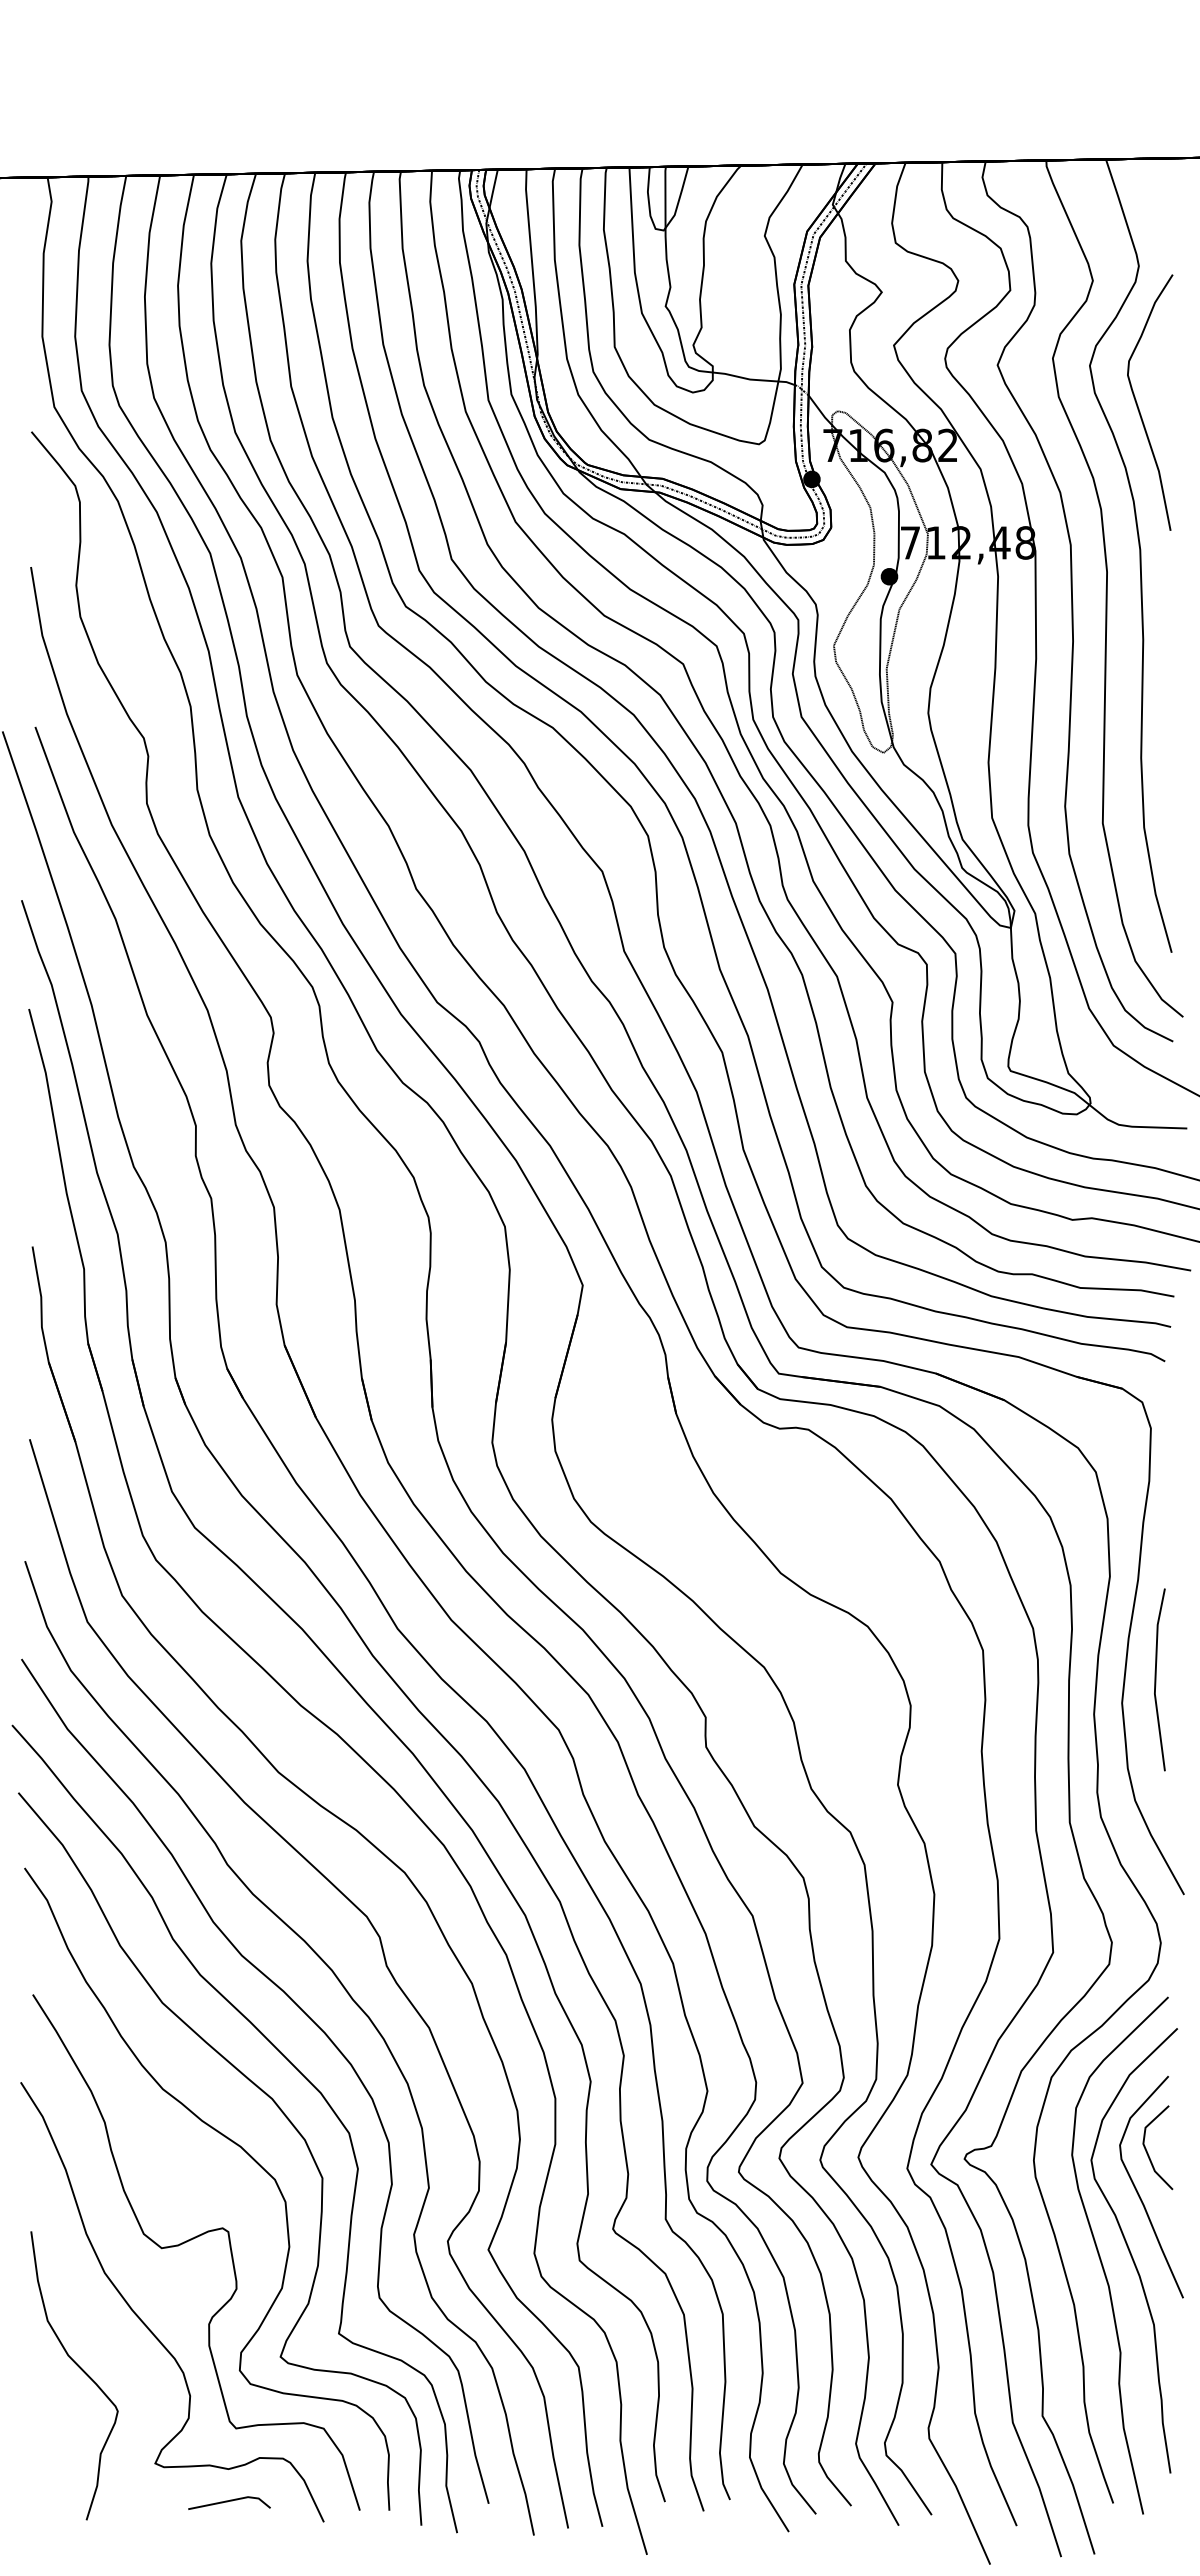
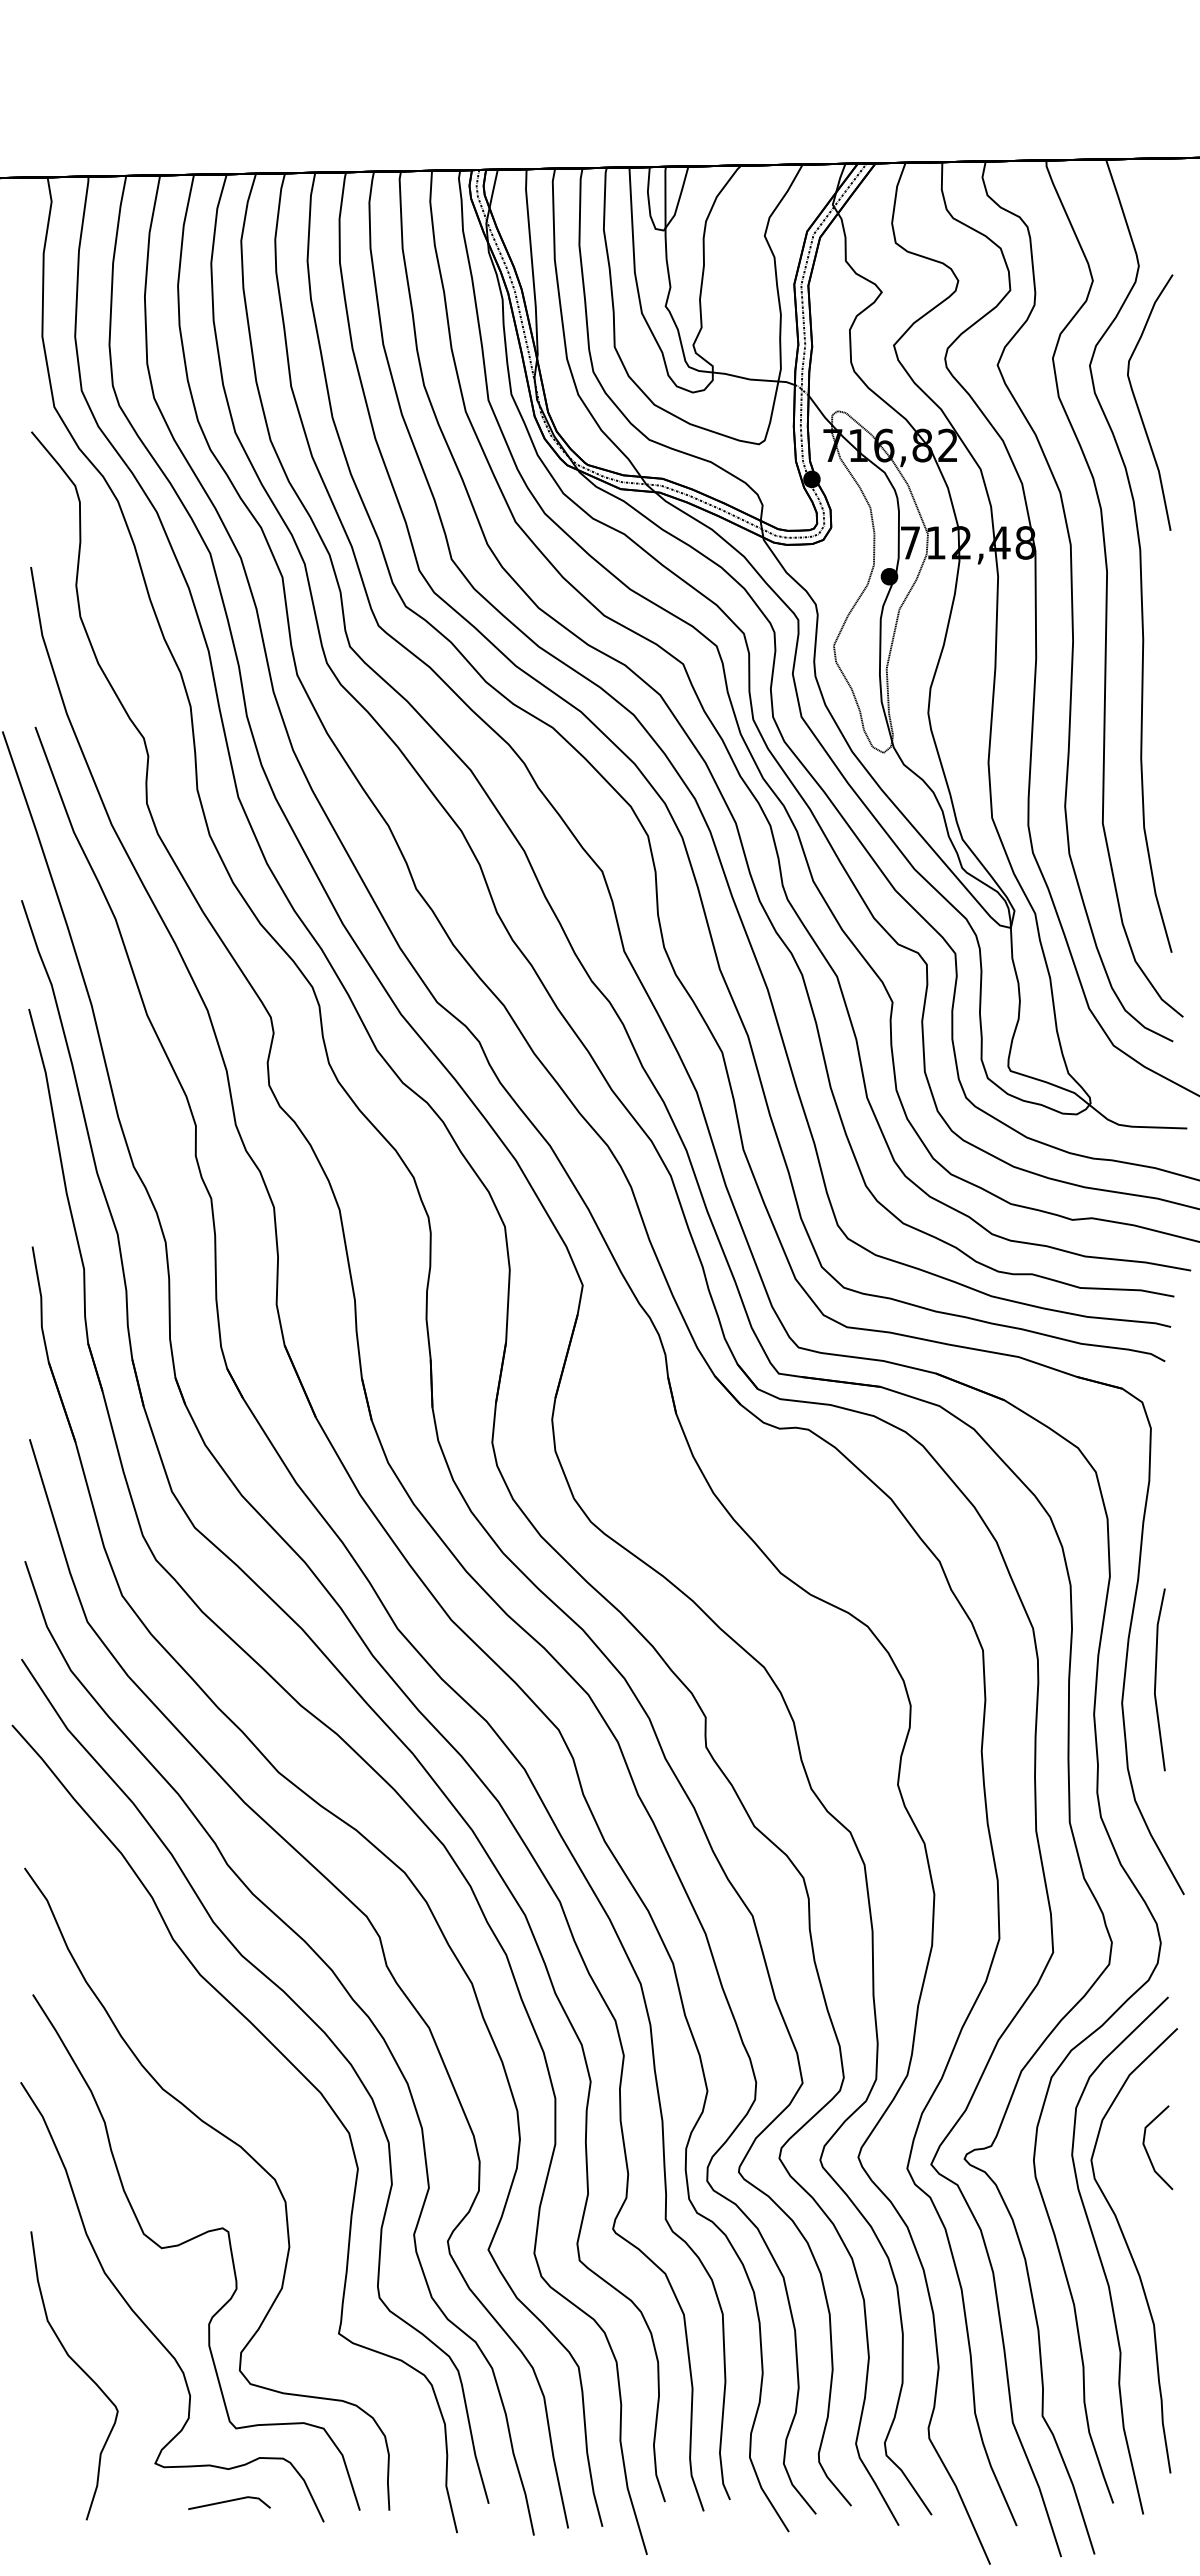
part at (281, 2112): present -> none
part at (1139, 2194): present -> none
